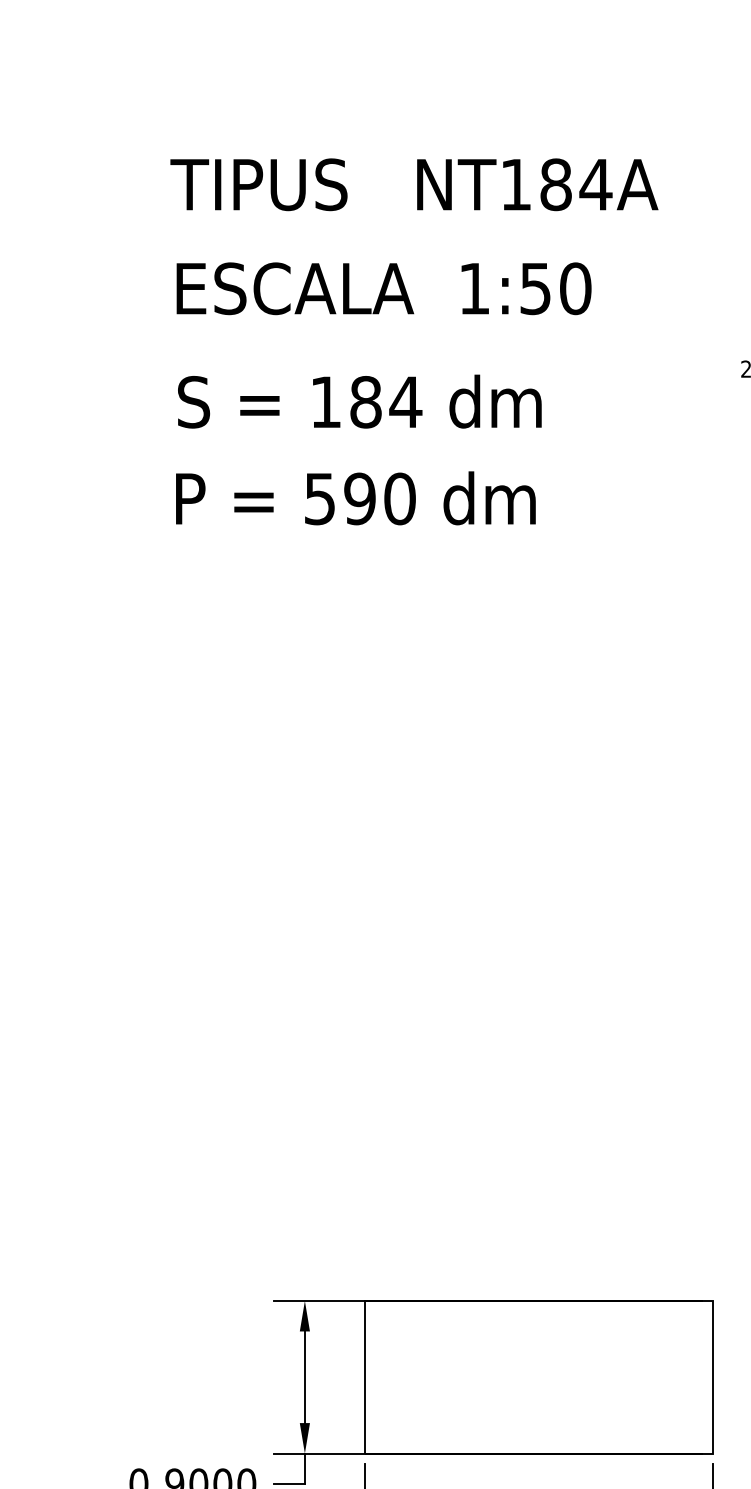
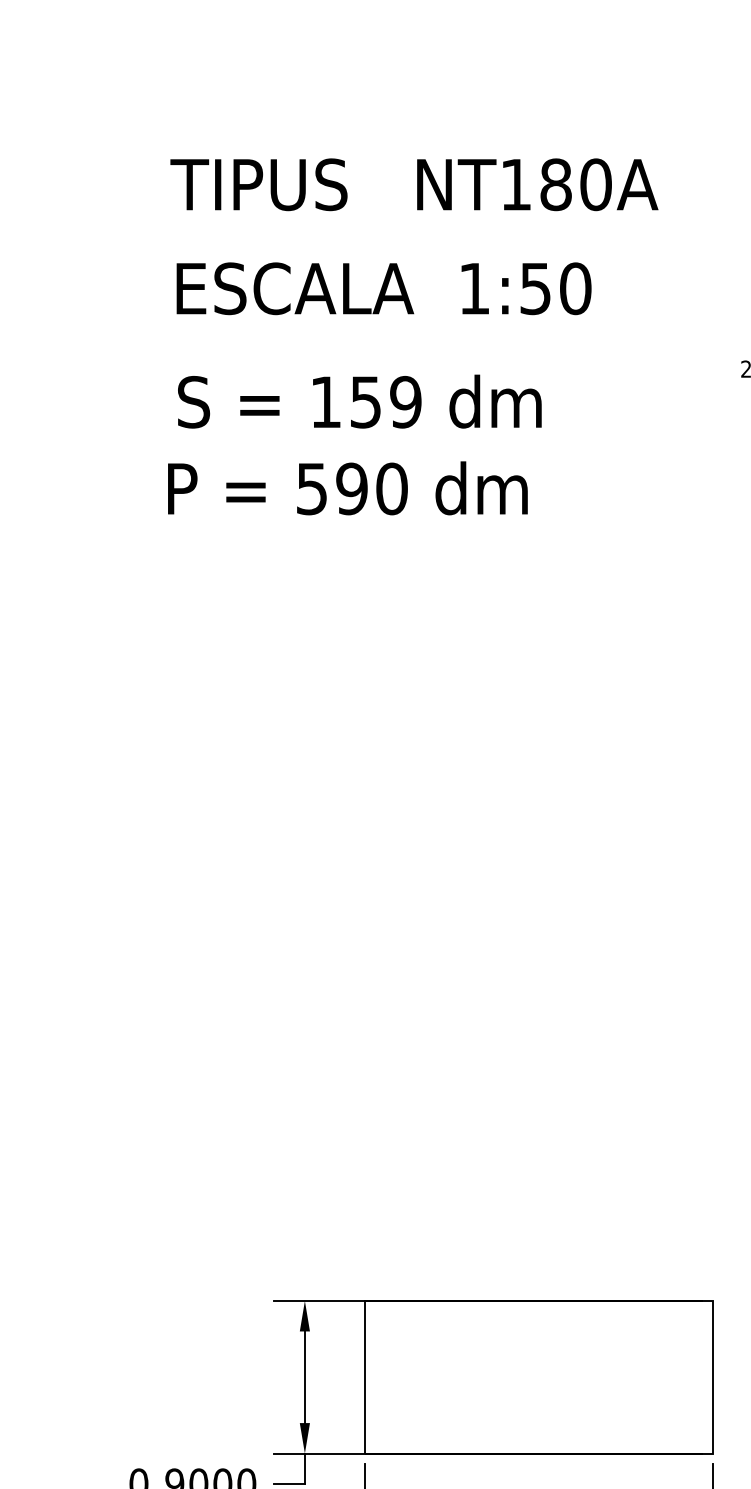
text at (595, 184): NT184A -> NT180A
text at (386, 401): 184 -> 159
text at (355, 498) position: (355, 498) -> (347, 488)
